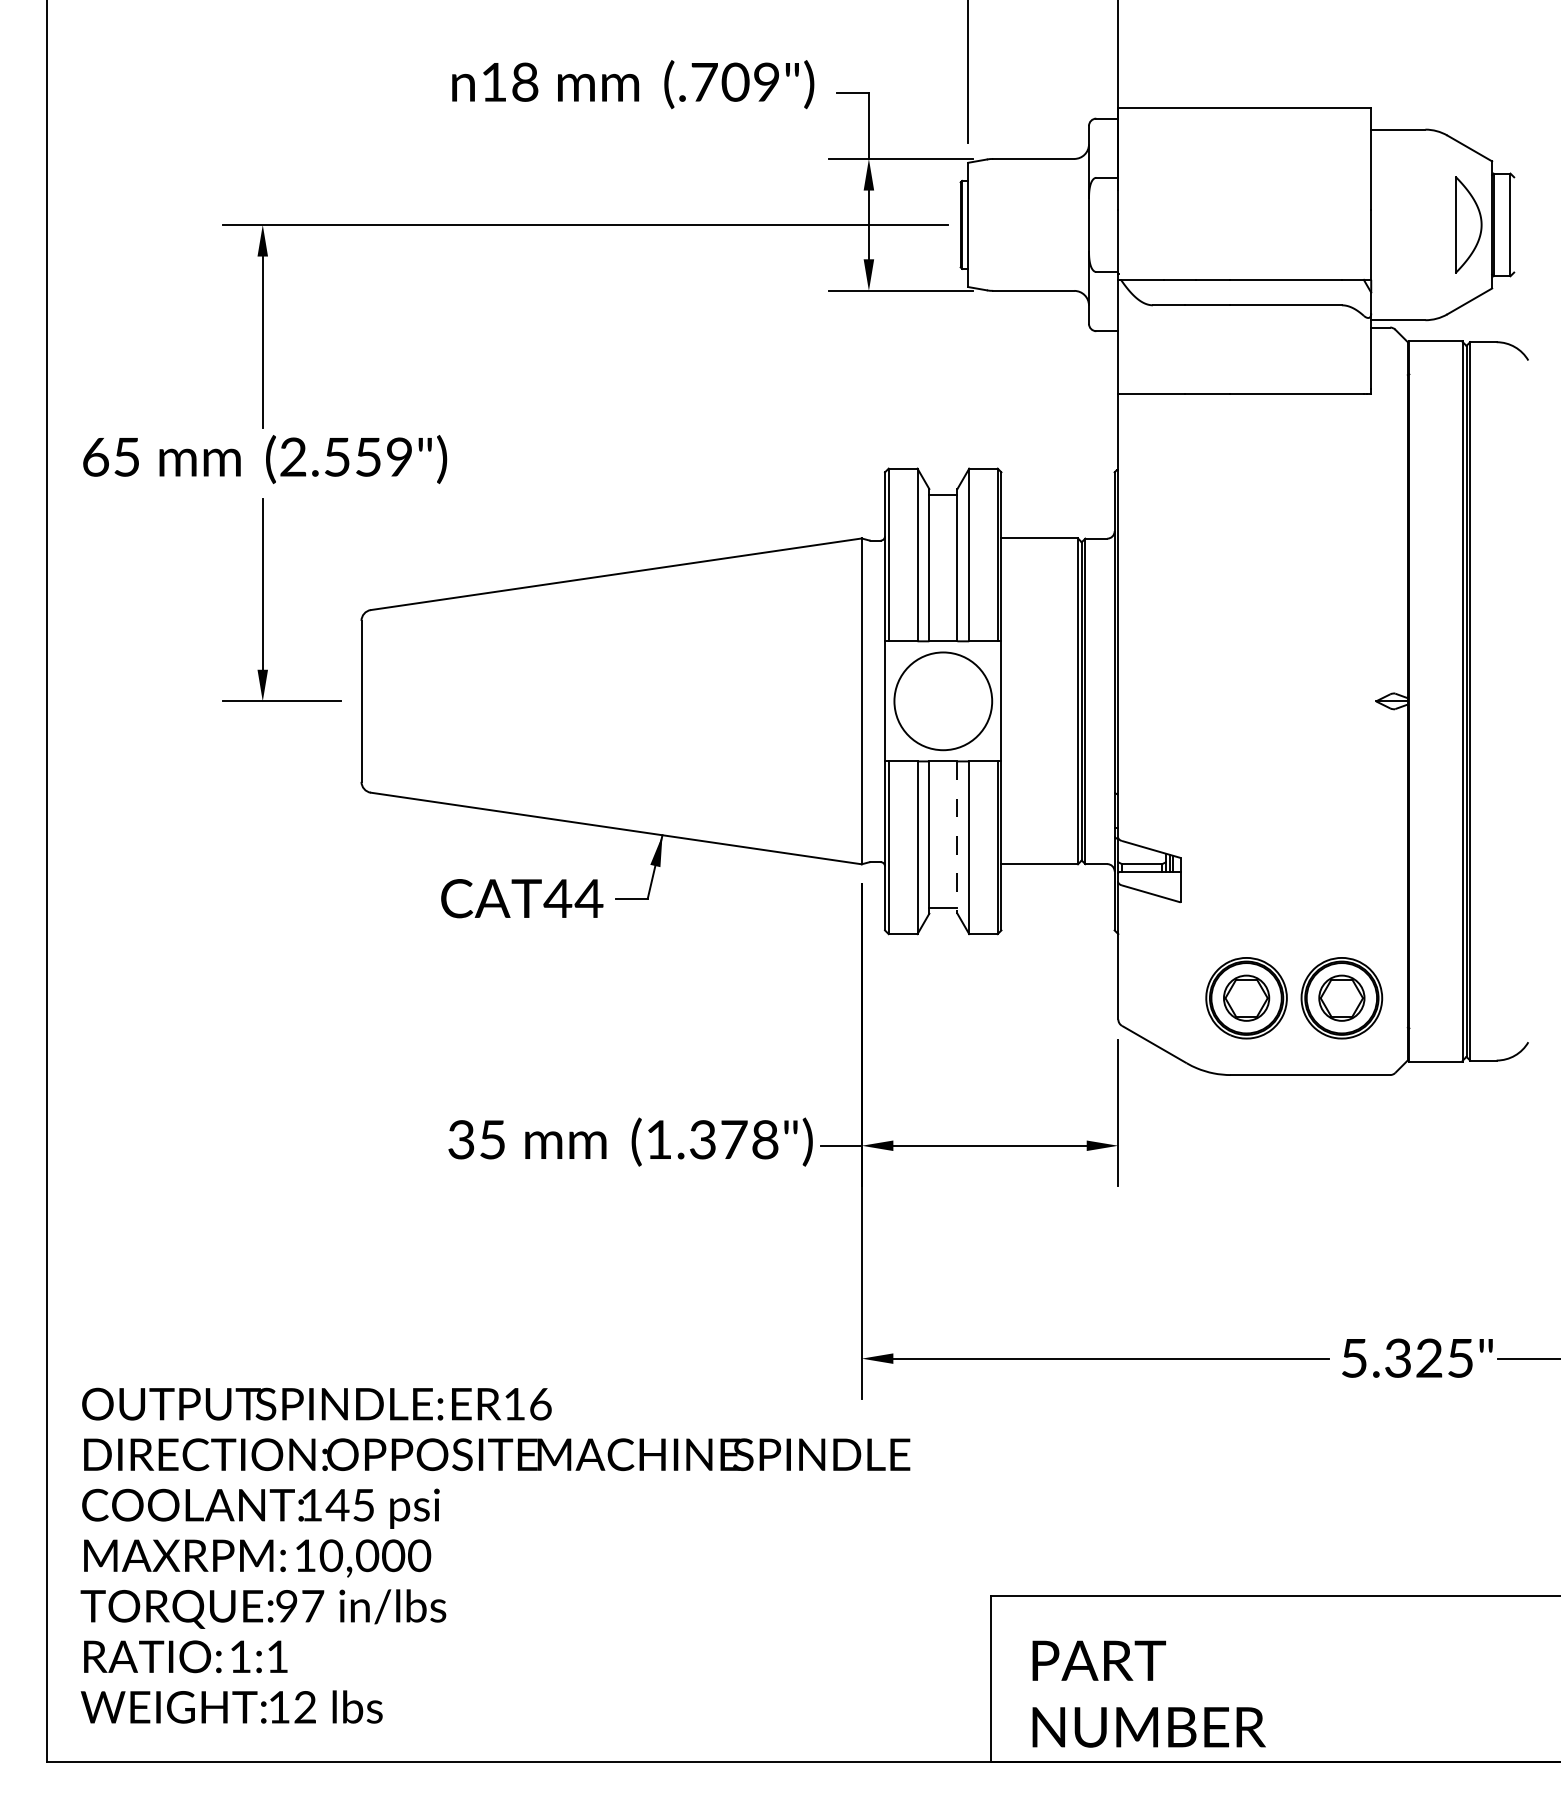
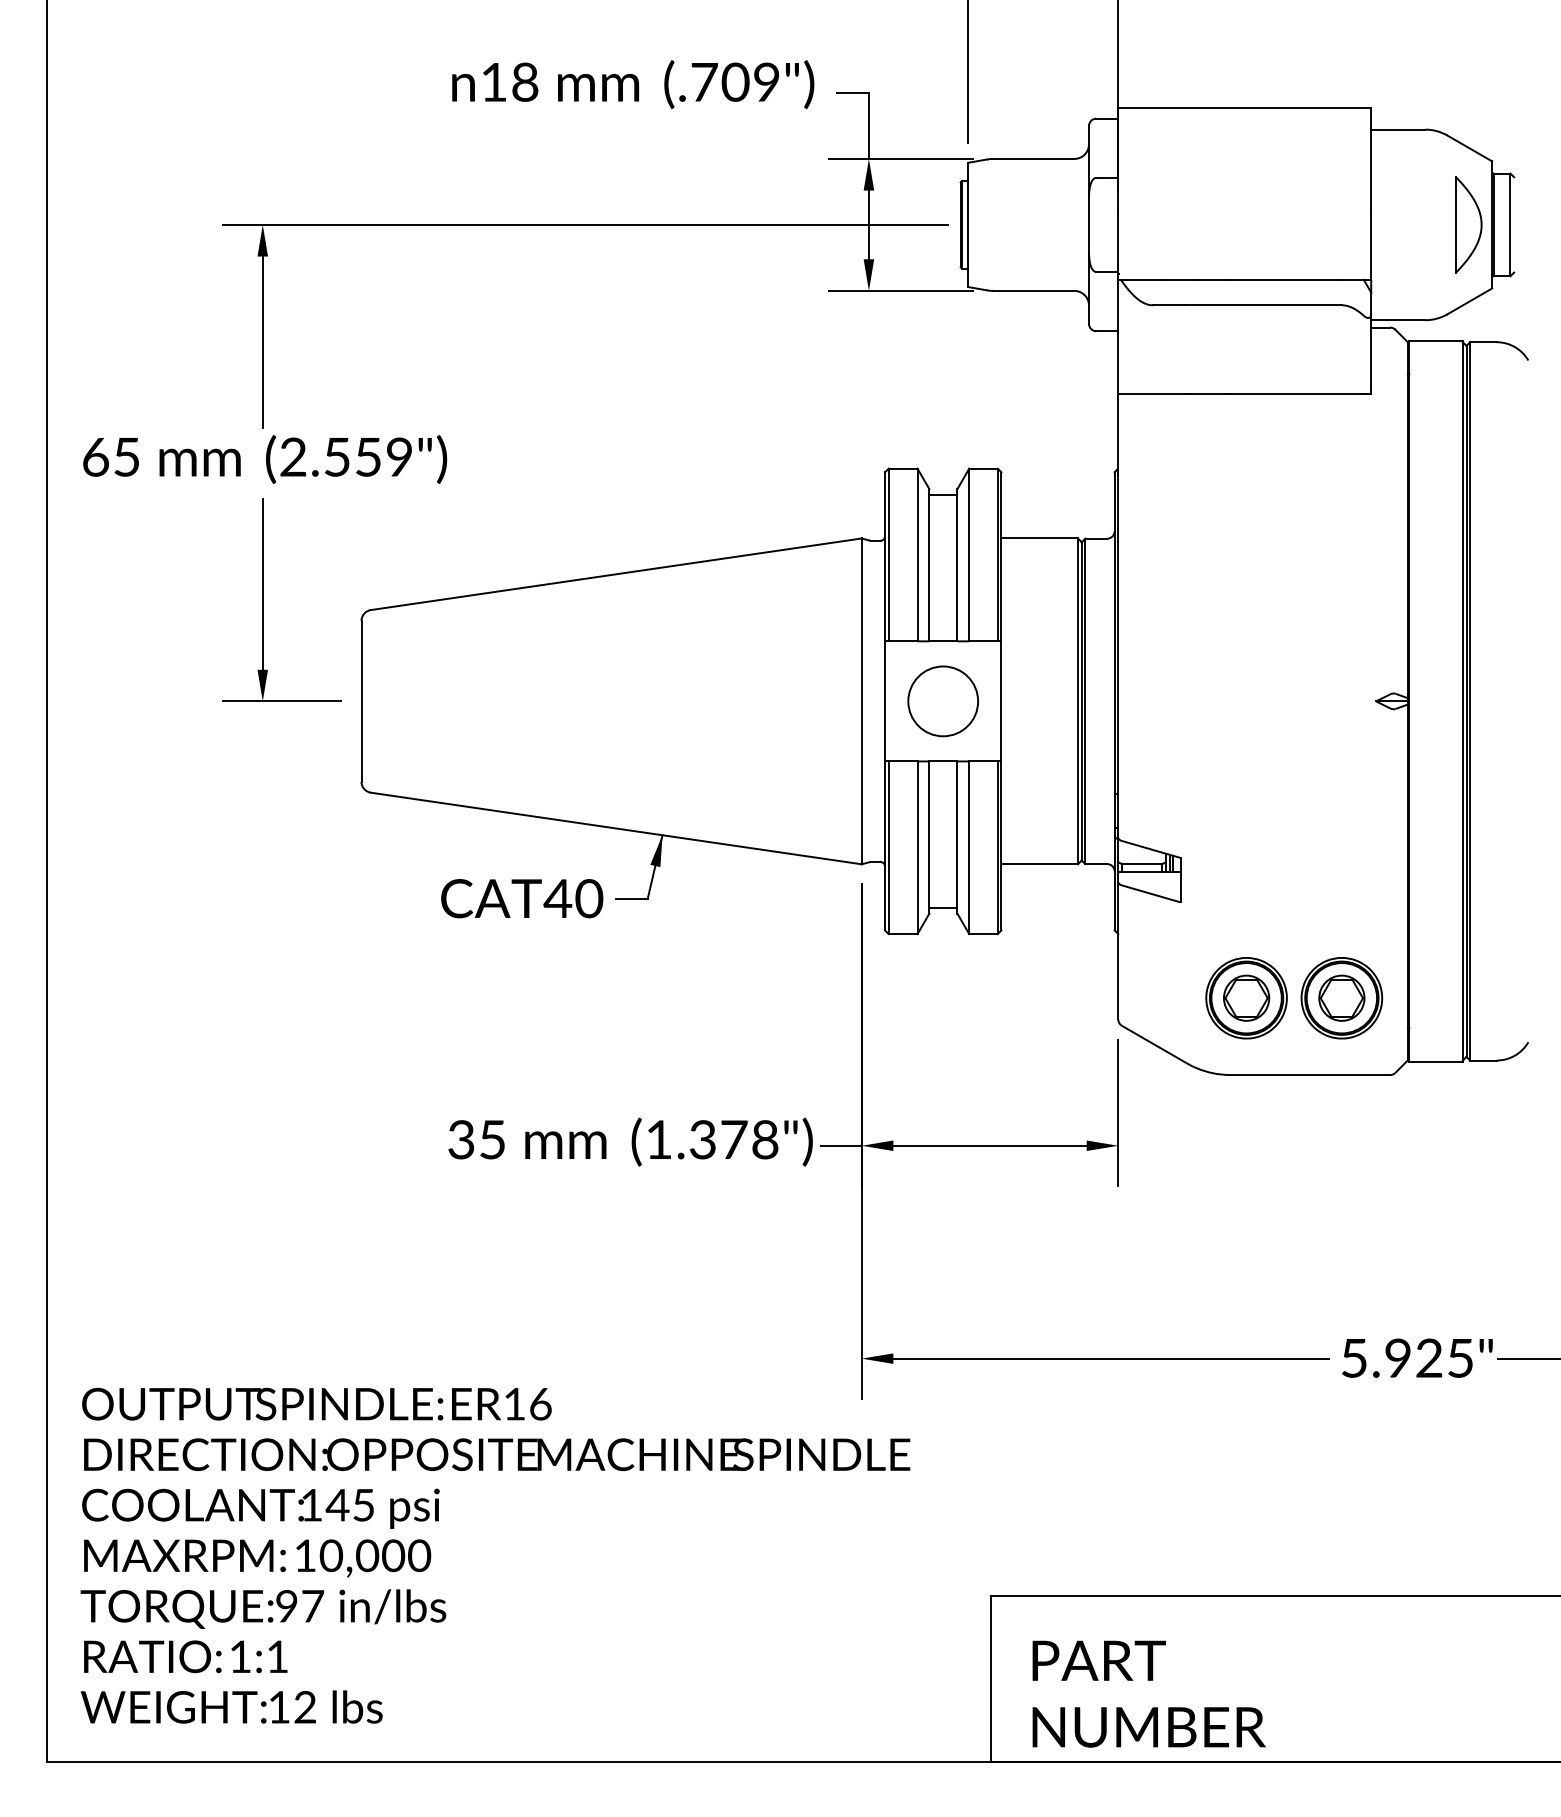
circle at (943, 701) size: 101x101 px -> 72x73 px
line at (957, 838): dashed -> solid
text at (588, 898): CAT44 -> CAT40
text at (1397, 1357): 5.325" -> 5.925"
